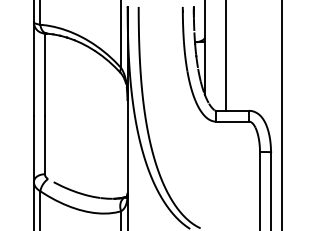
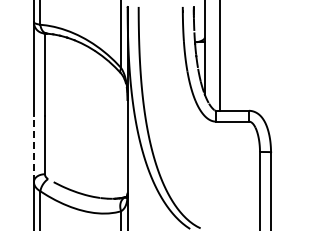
line at (226, 56) position: (226, 56) -> (220, 56)
line at (282, 114): present -> none
line at (33, 149): solid -> dashed
